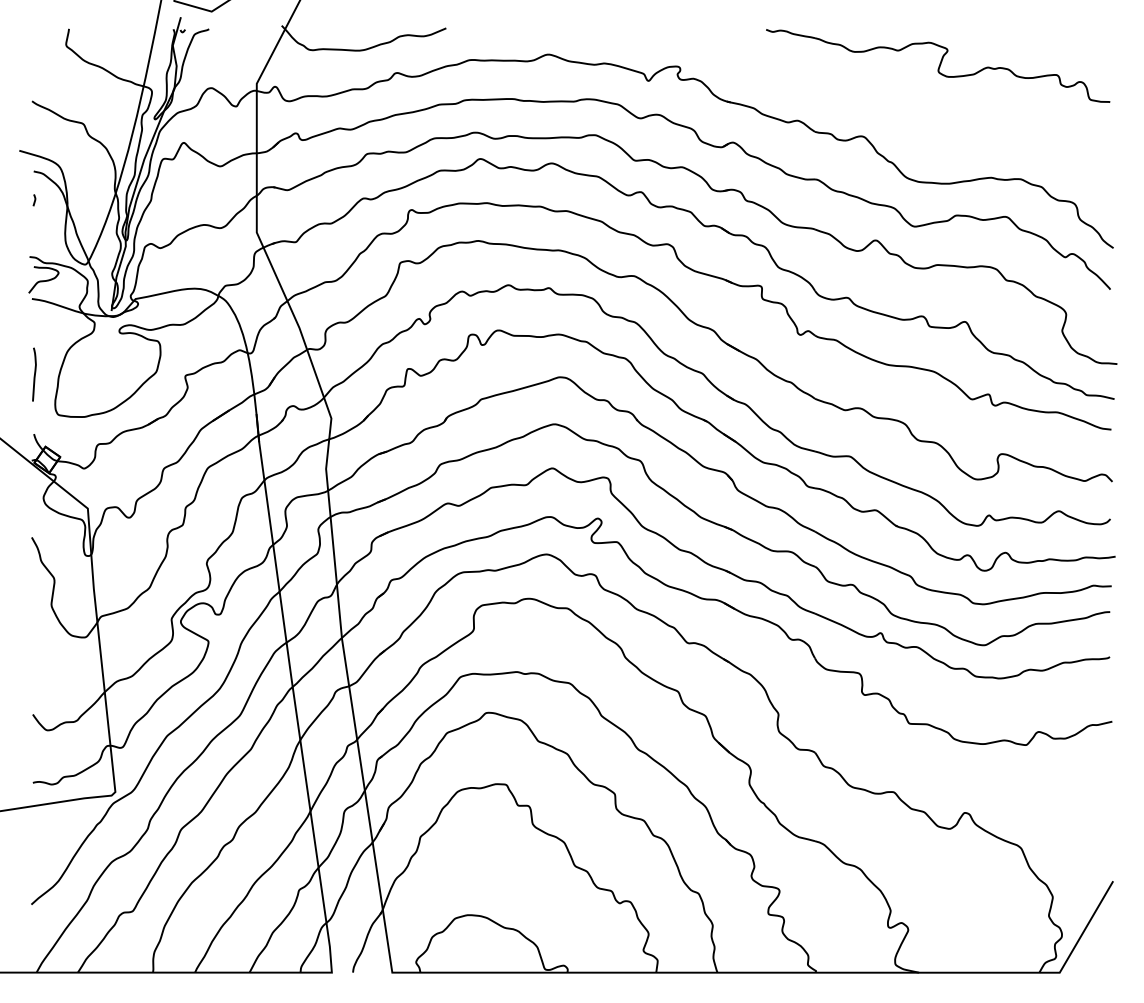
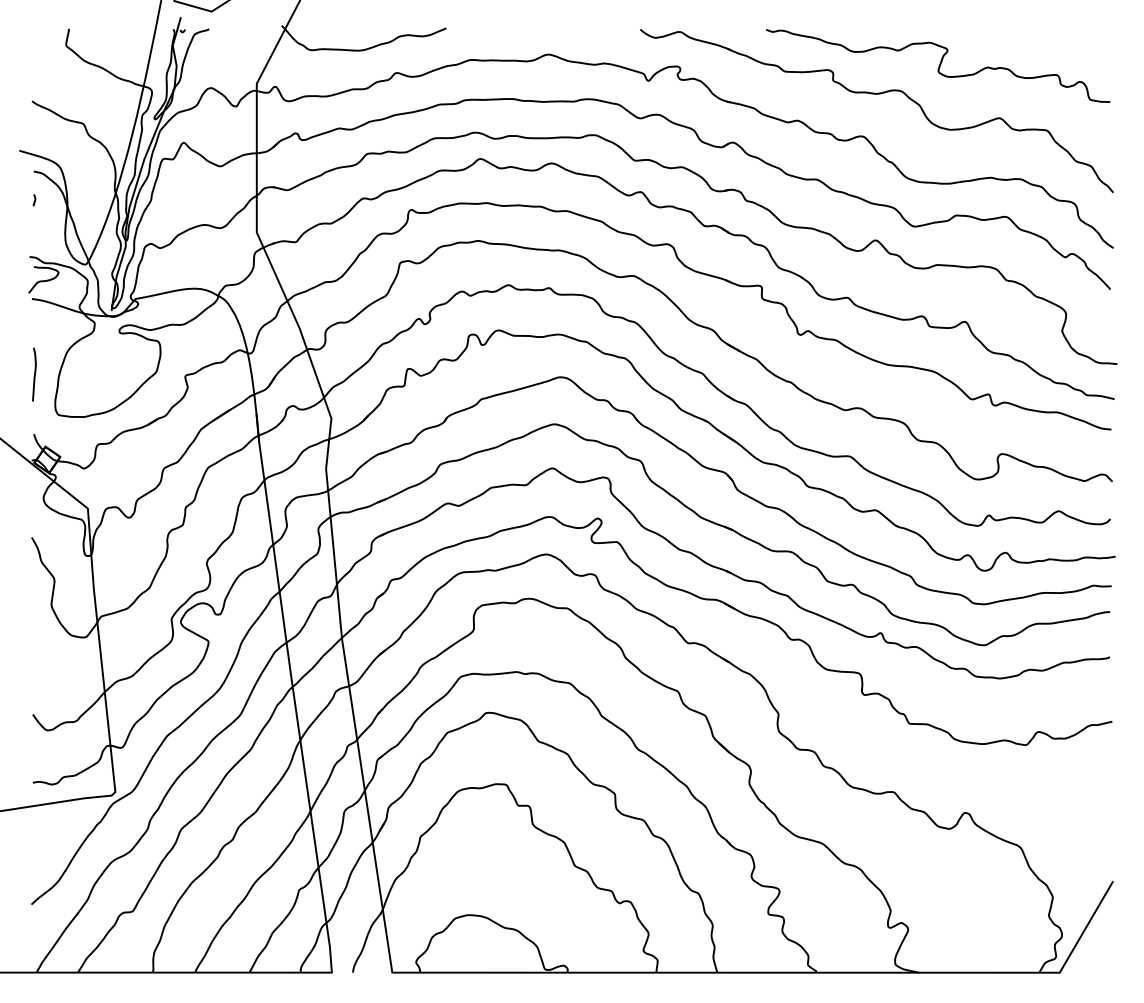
part at (876, 94): none -> present
